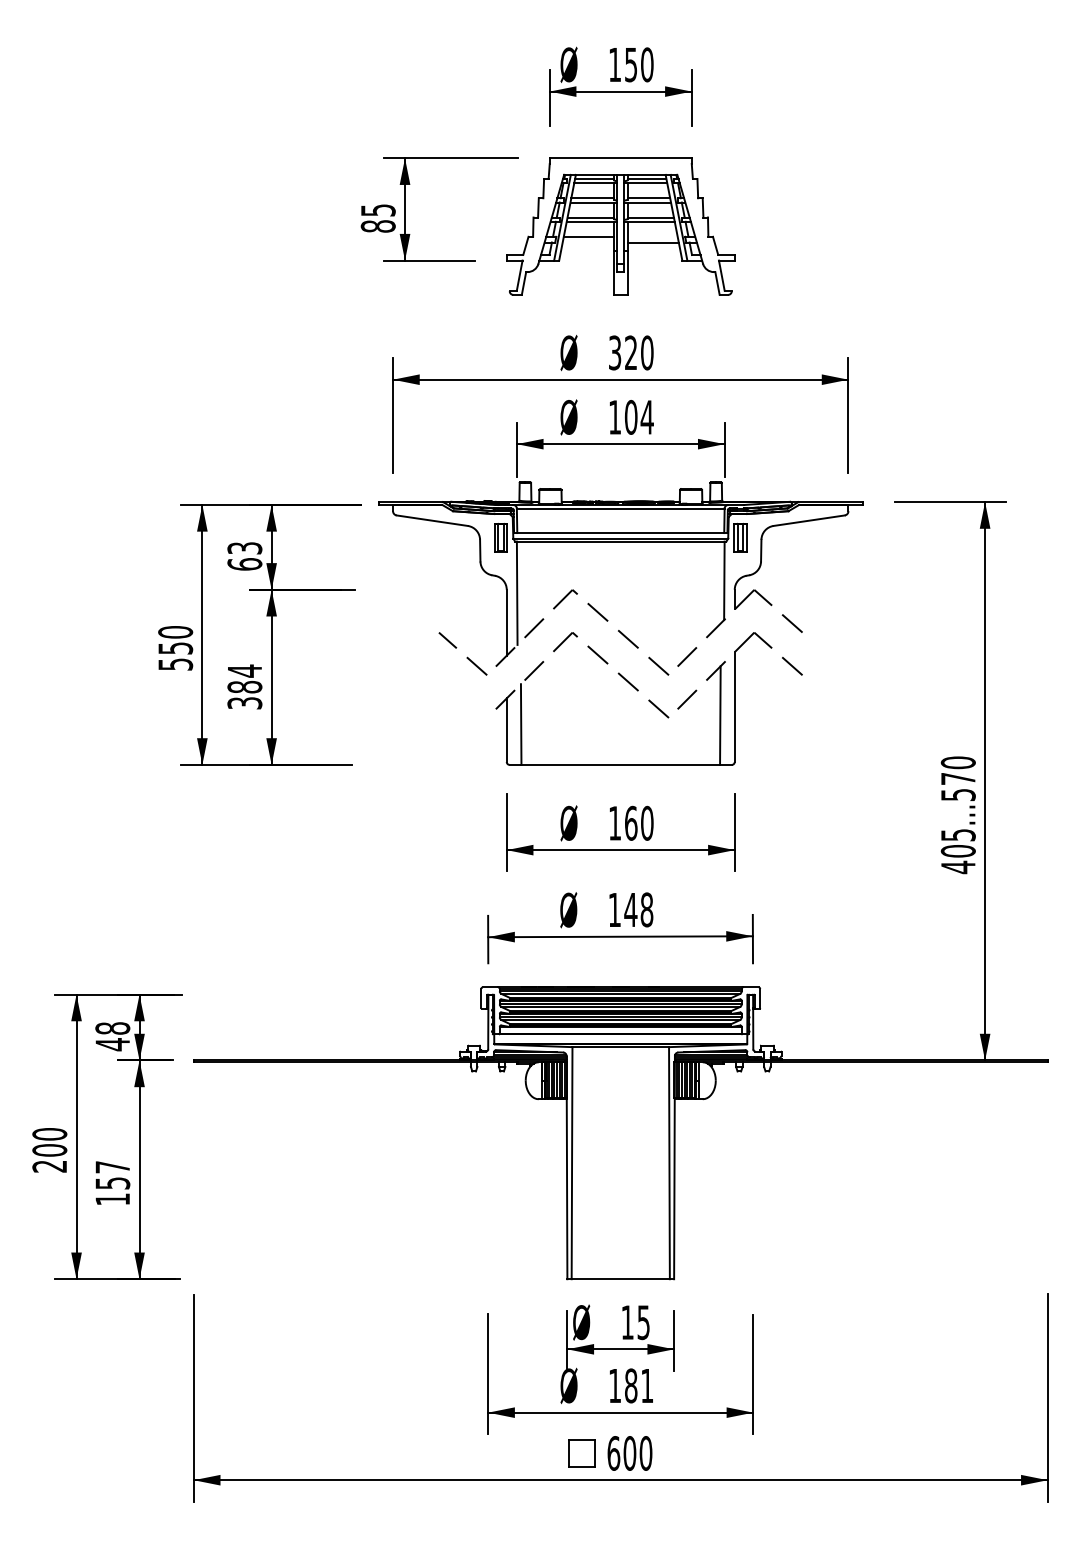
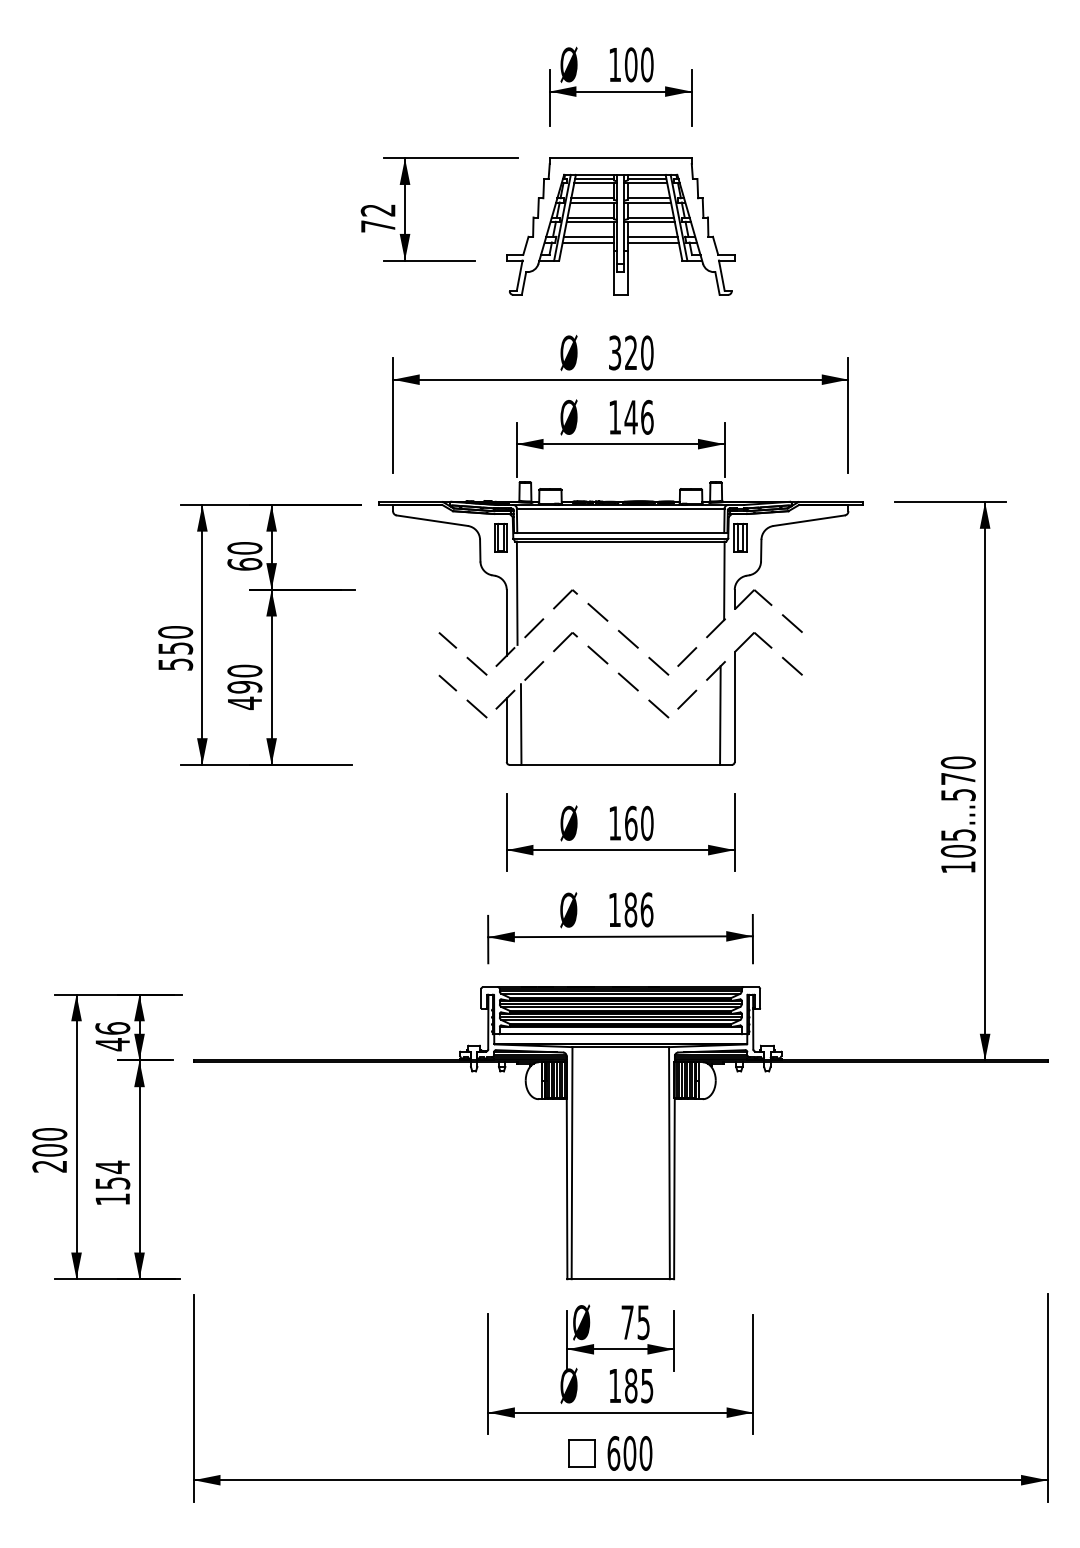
text at (630, 64): 150 -> 100
text at (377, 218): 85 -> 72
line at (652, 236): none -> present
line at (587, 242): none -> present
text at (638, 416): 104 -> 146
text at (244, 548): 63 -> 60
text at (244, 687): 384 -> 490
line at (466, 700): none -> present
text at (958, 867): 405...570 -> 105...570
text at (638, 909): 148 -> 186
text at (112, 1028): 48 -> 46
text at (112, 1166): 157 -> 154
text at (627, 1322): 15 -> 75
text at (647, 1386): 181 -> 185
